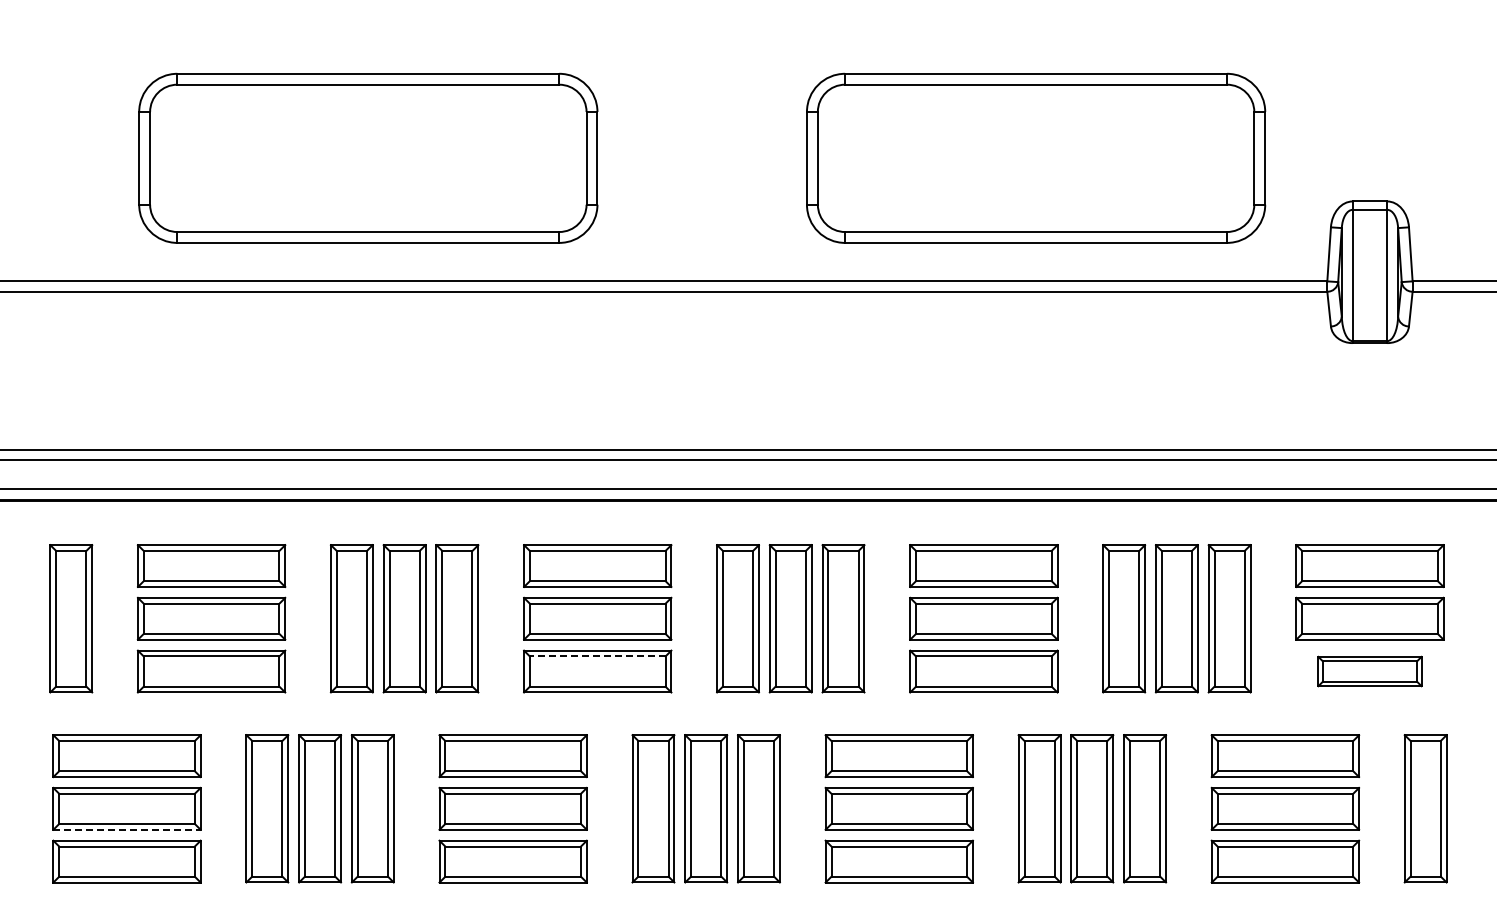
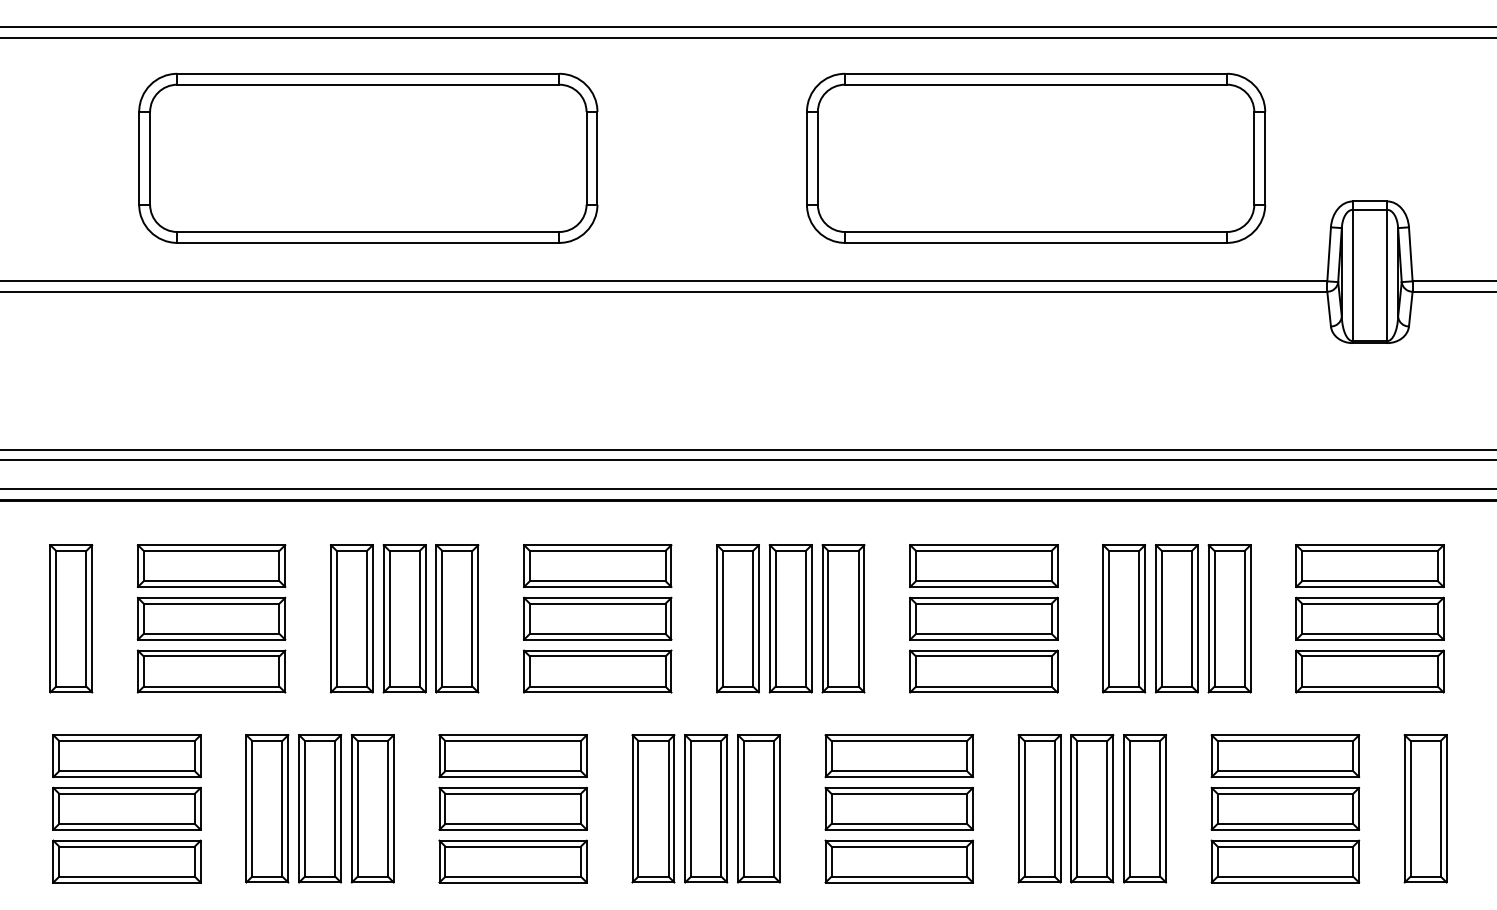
line at (747, 27): none -> present
line at (747, 38): none -> present
line at (597, 656): dashed -> solid
part at (1369, 671) size: 106x33 px -> 150x45 px
line at (127, 829): dashed -> solid
